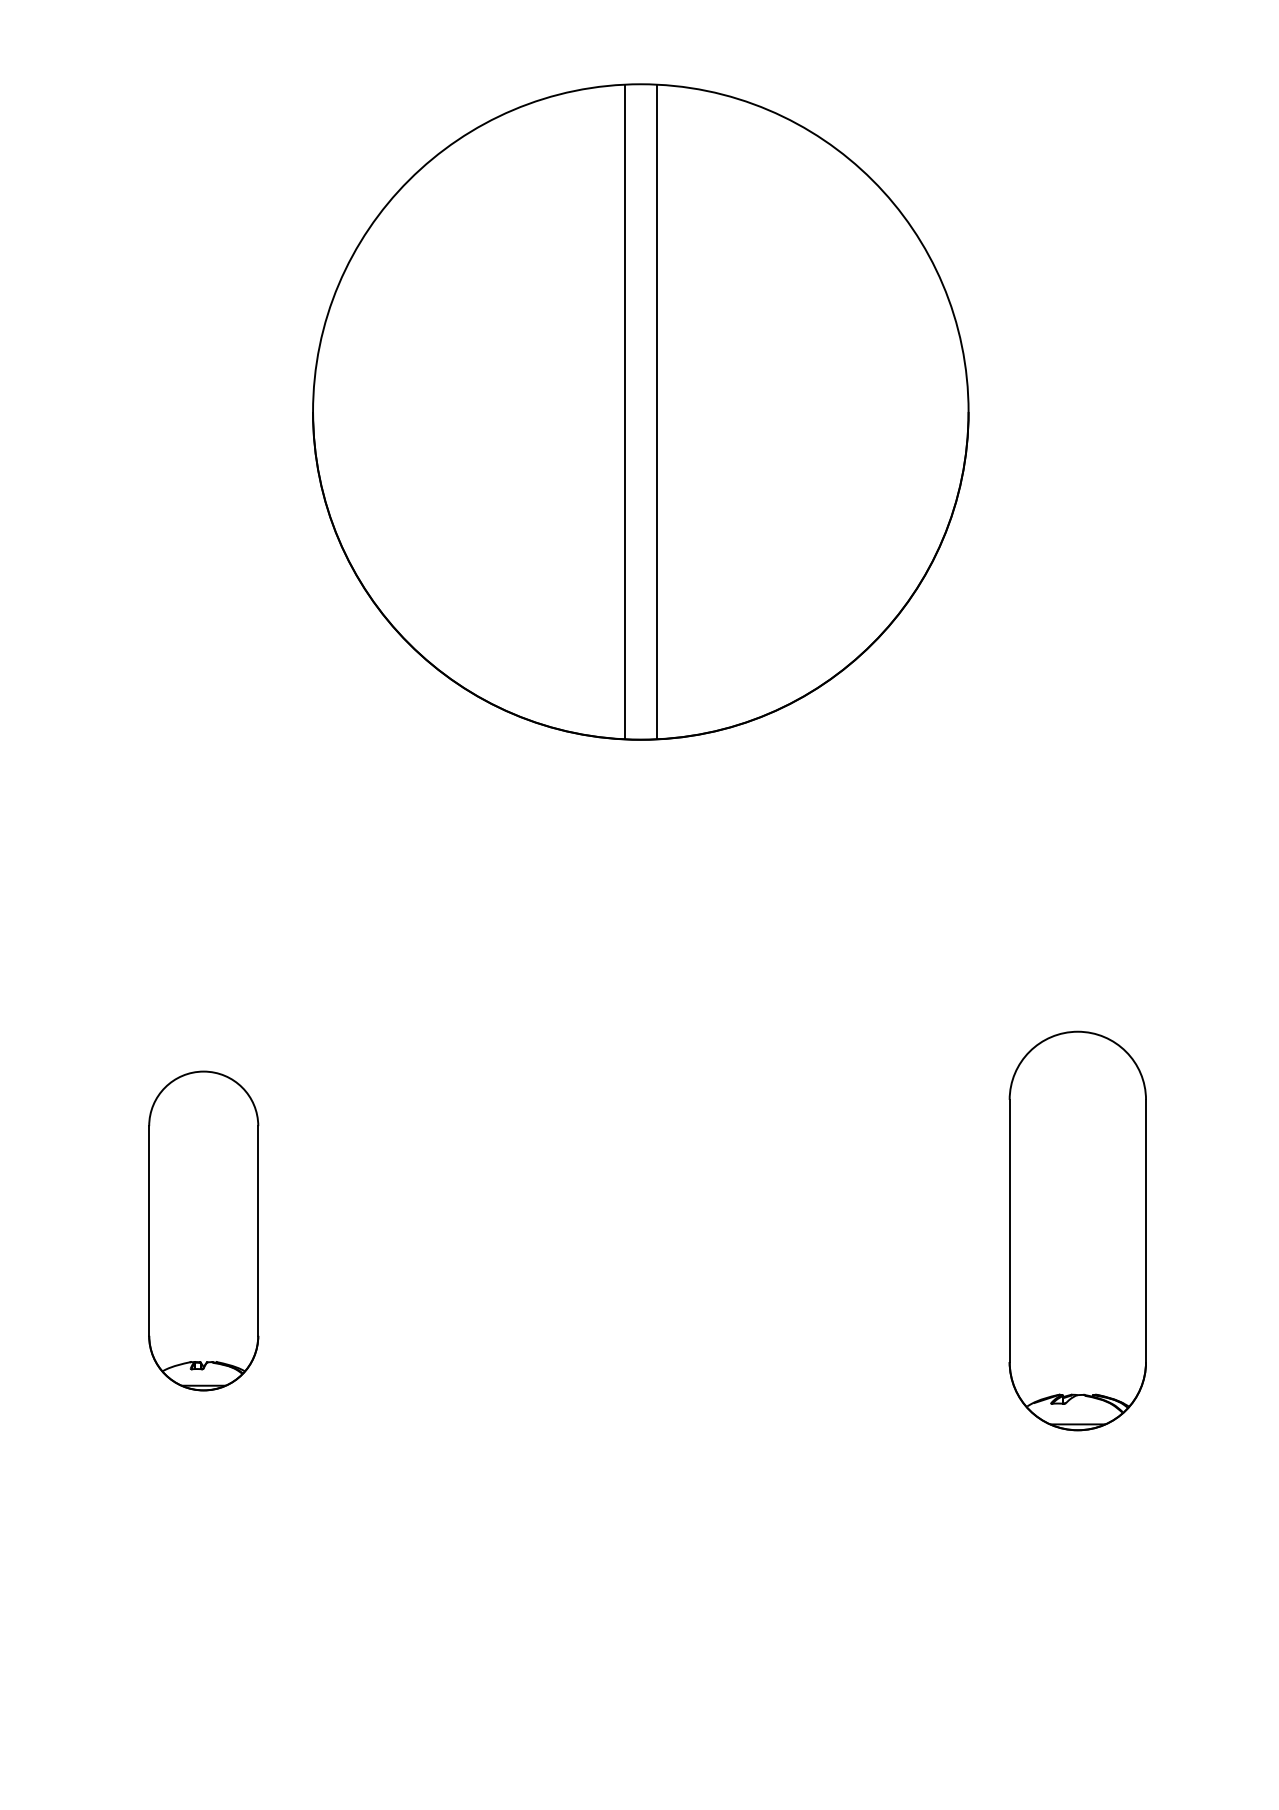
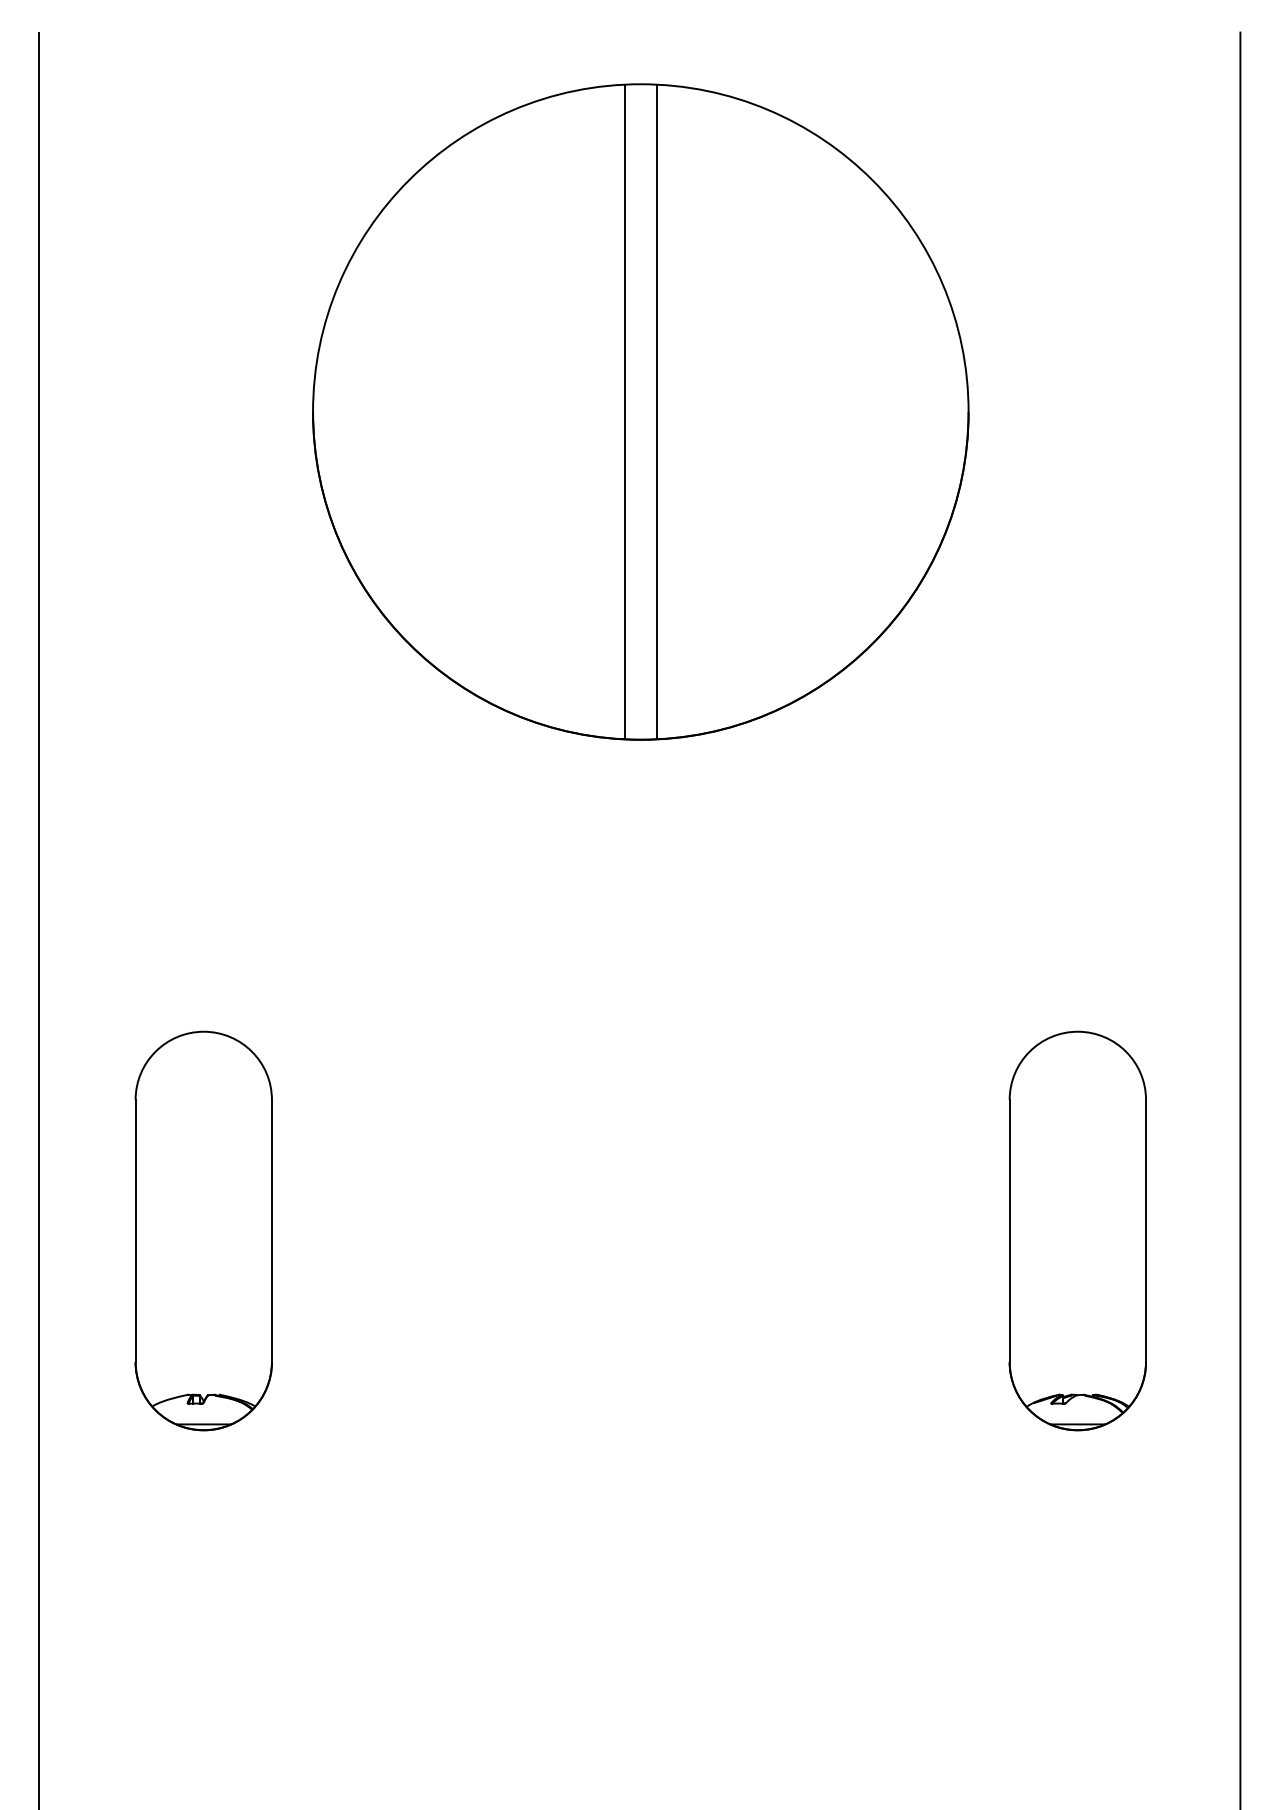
line at (38, 919): none -> present
line at (1240, 919): none -> present
part at (203, 1230) size: 112x322 px -> 139x402 px
